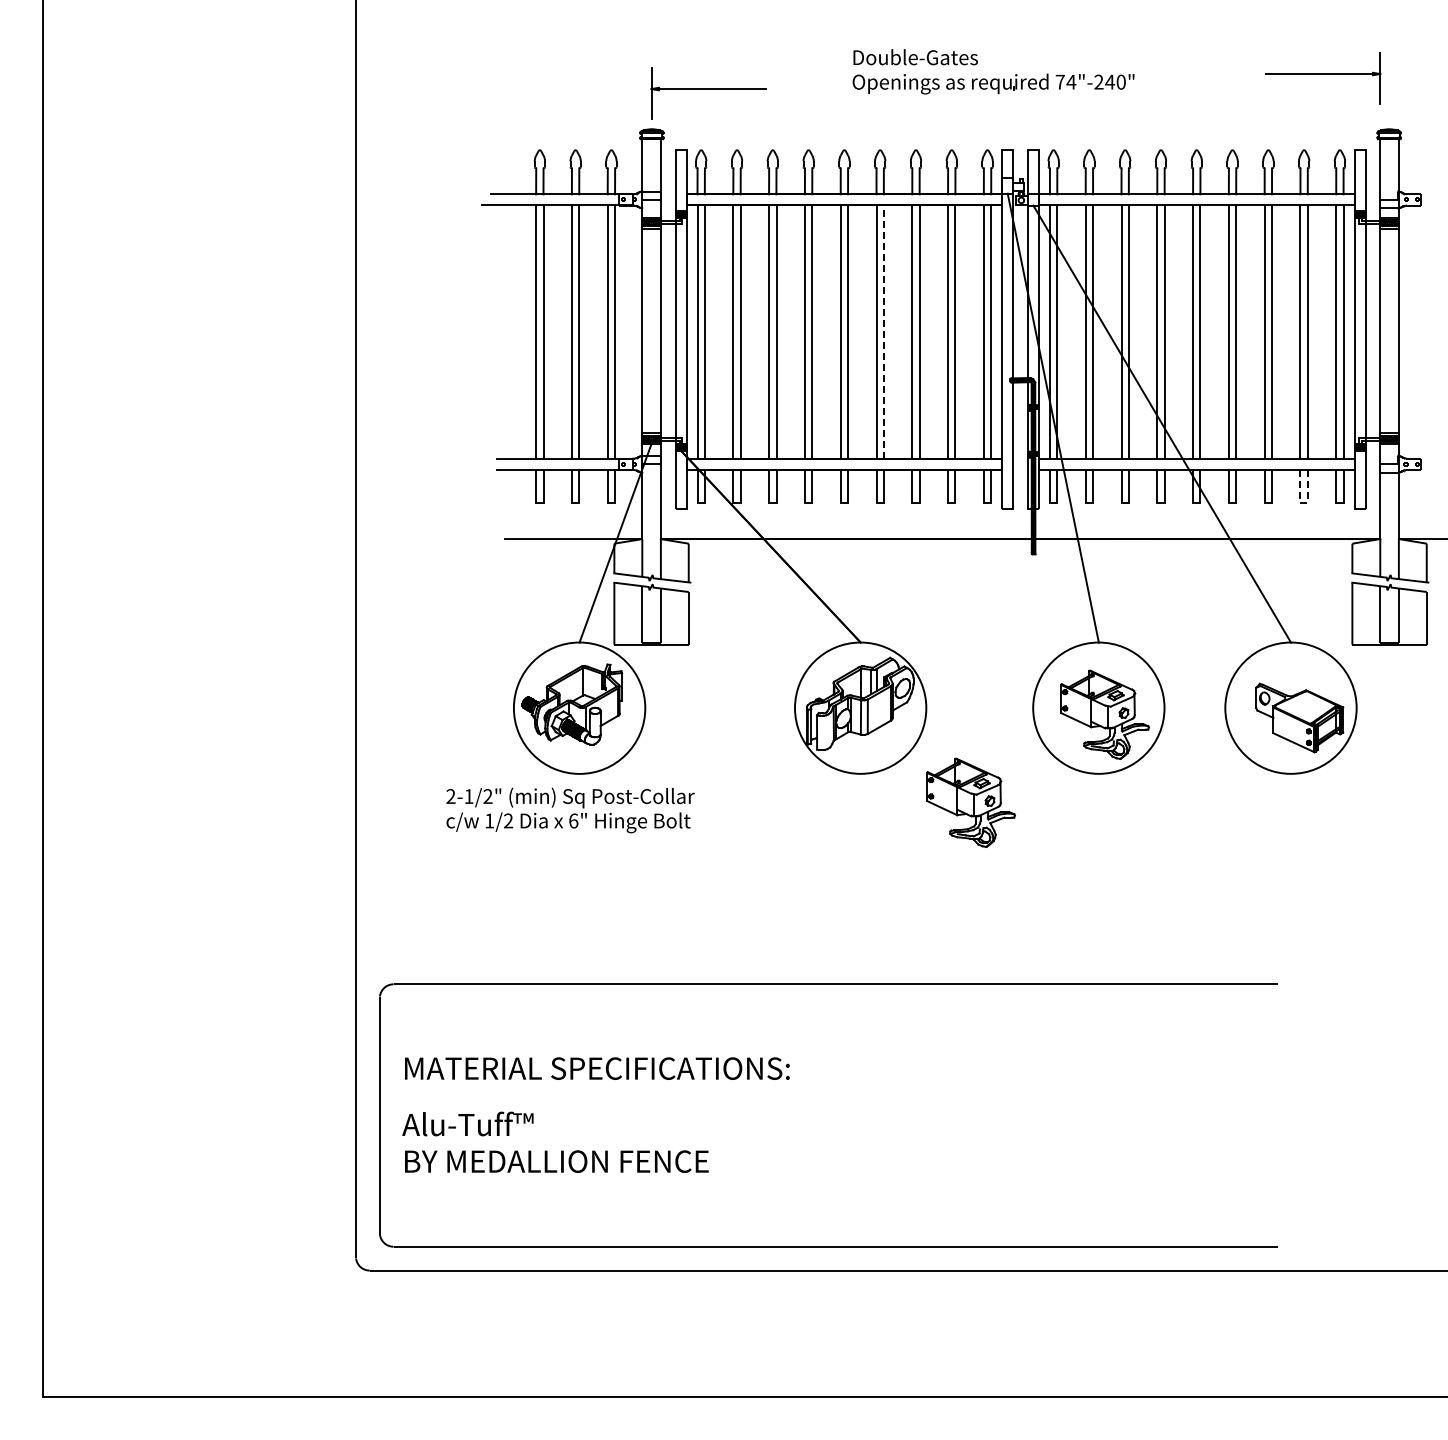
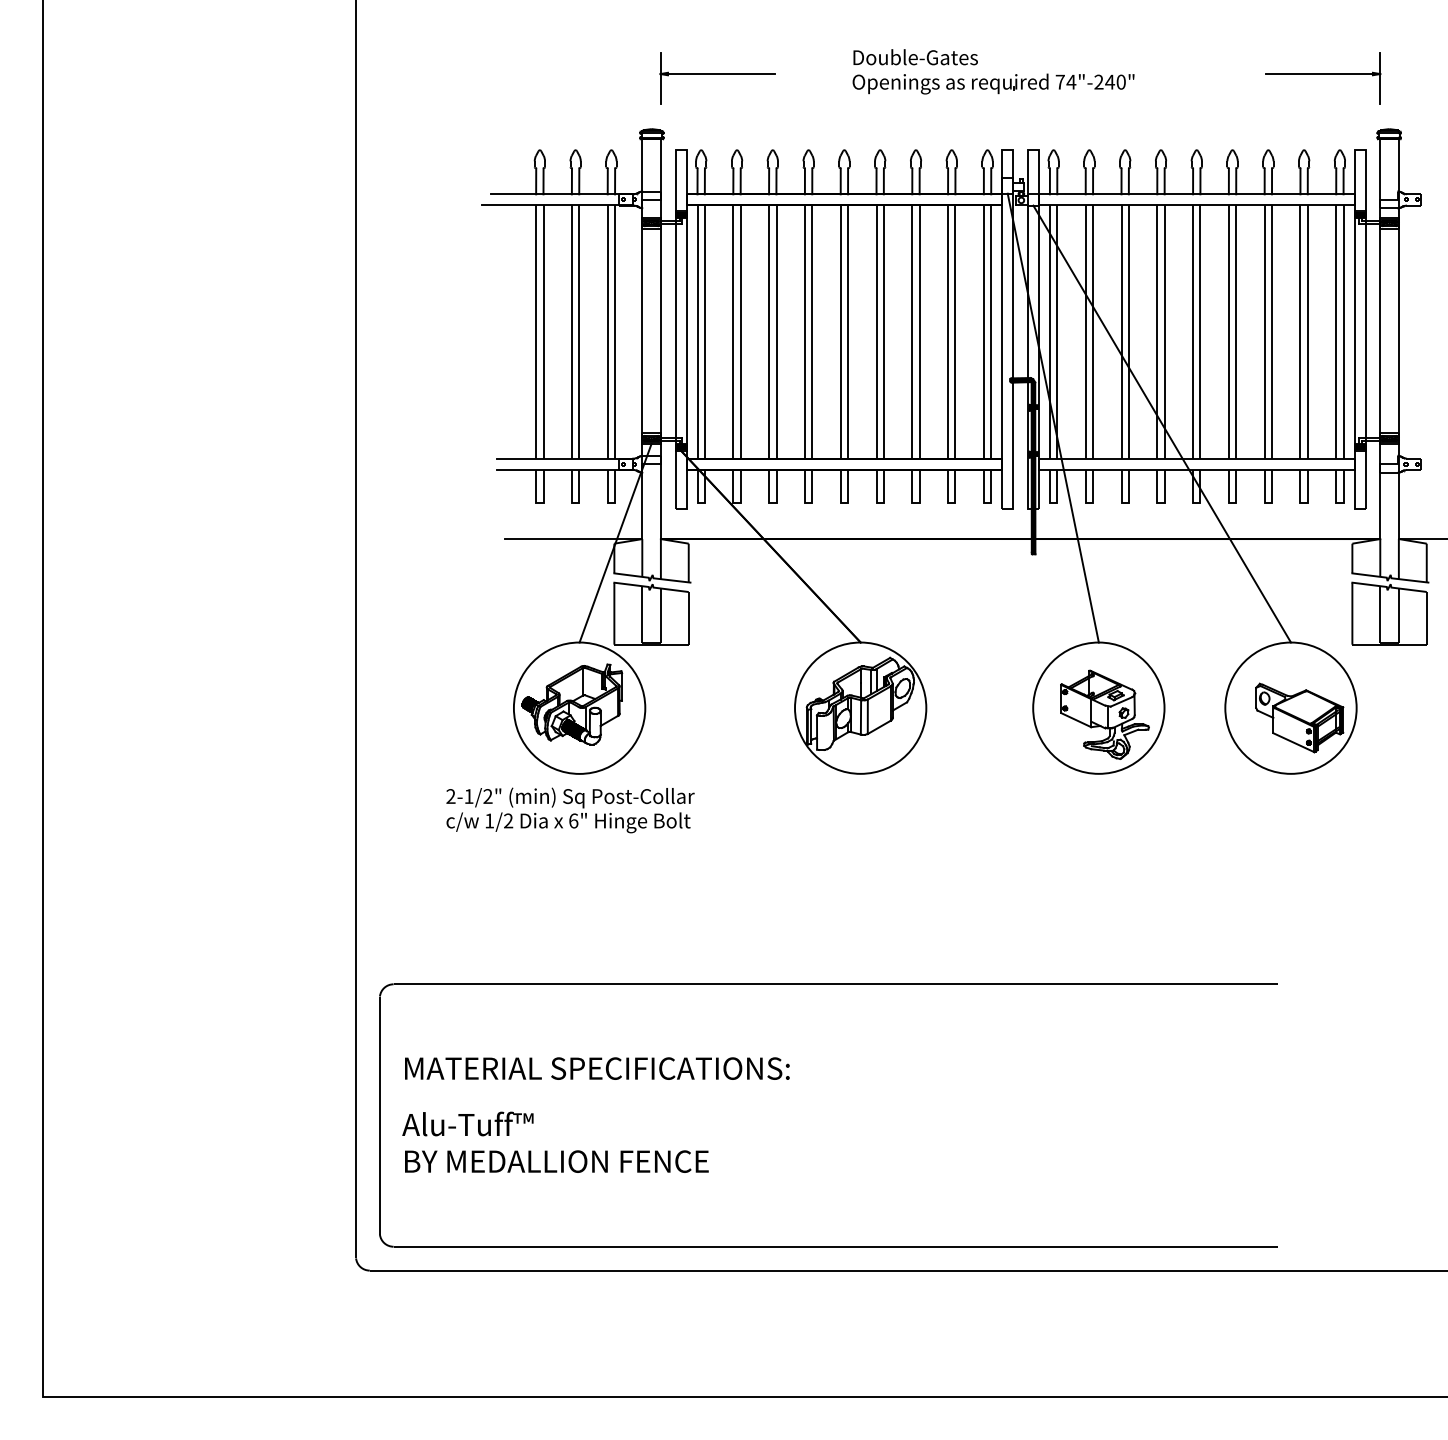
part at (708, 93) position: (708, 93) -> (717, 78)
line at (883, 332): dashed -> solid
line at (1304, 502): dashed -> solid
part at (970, 802): present -> none
